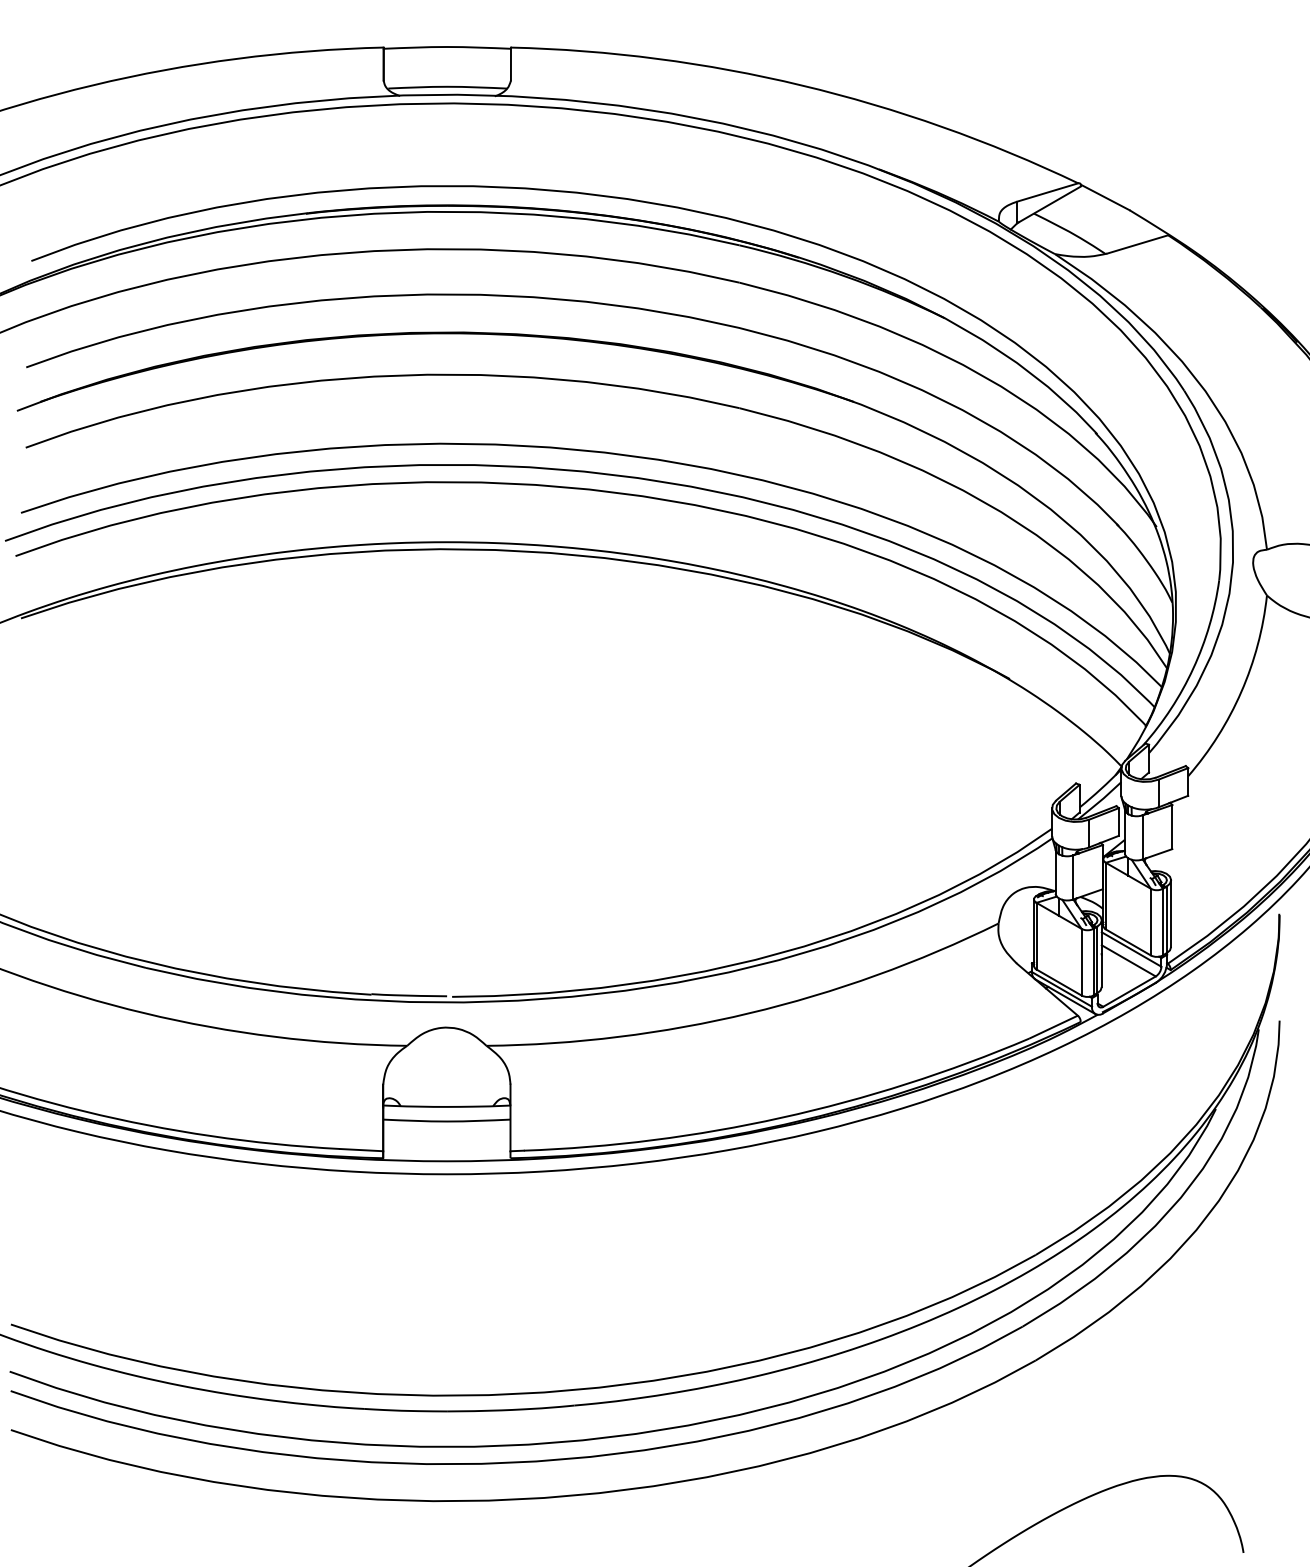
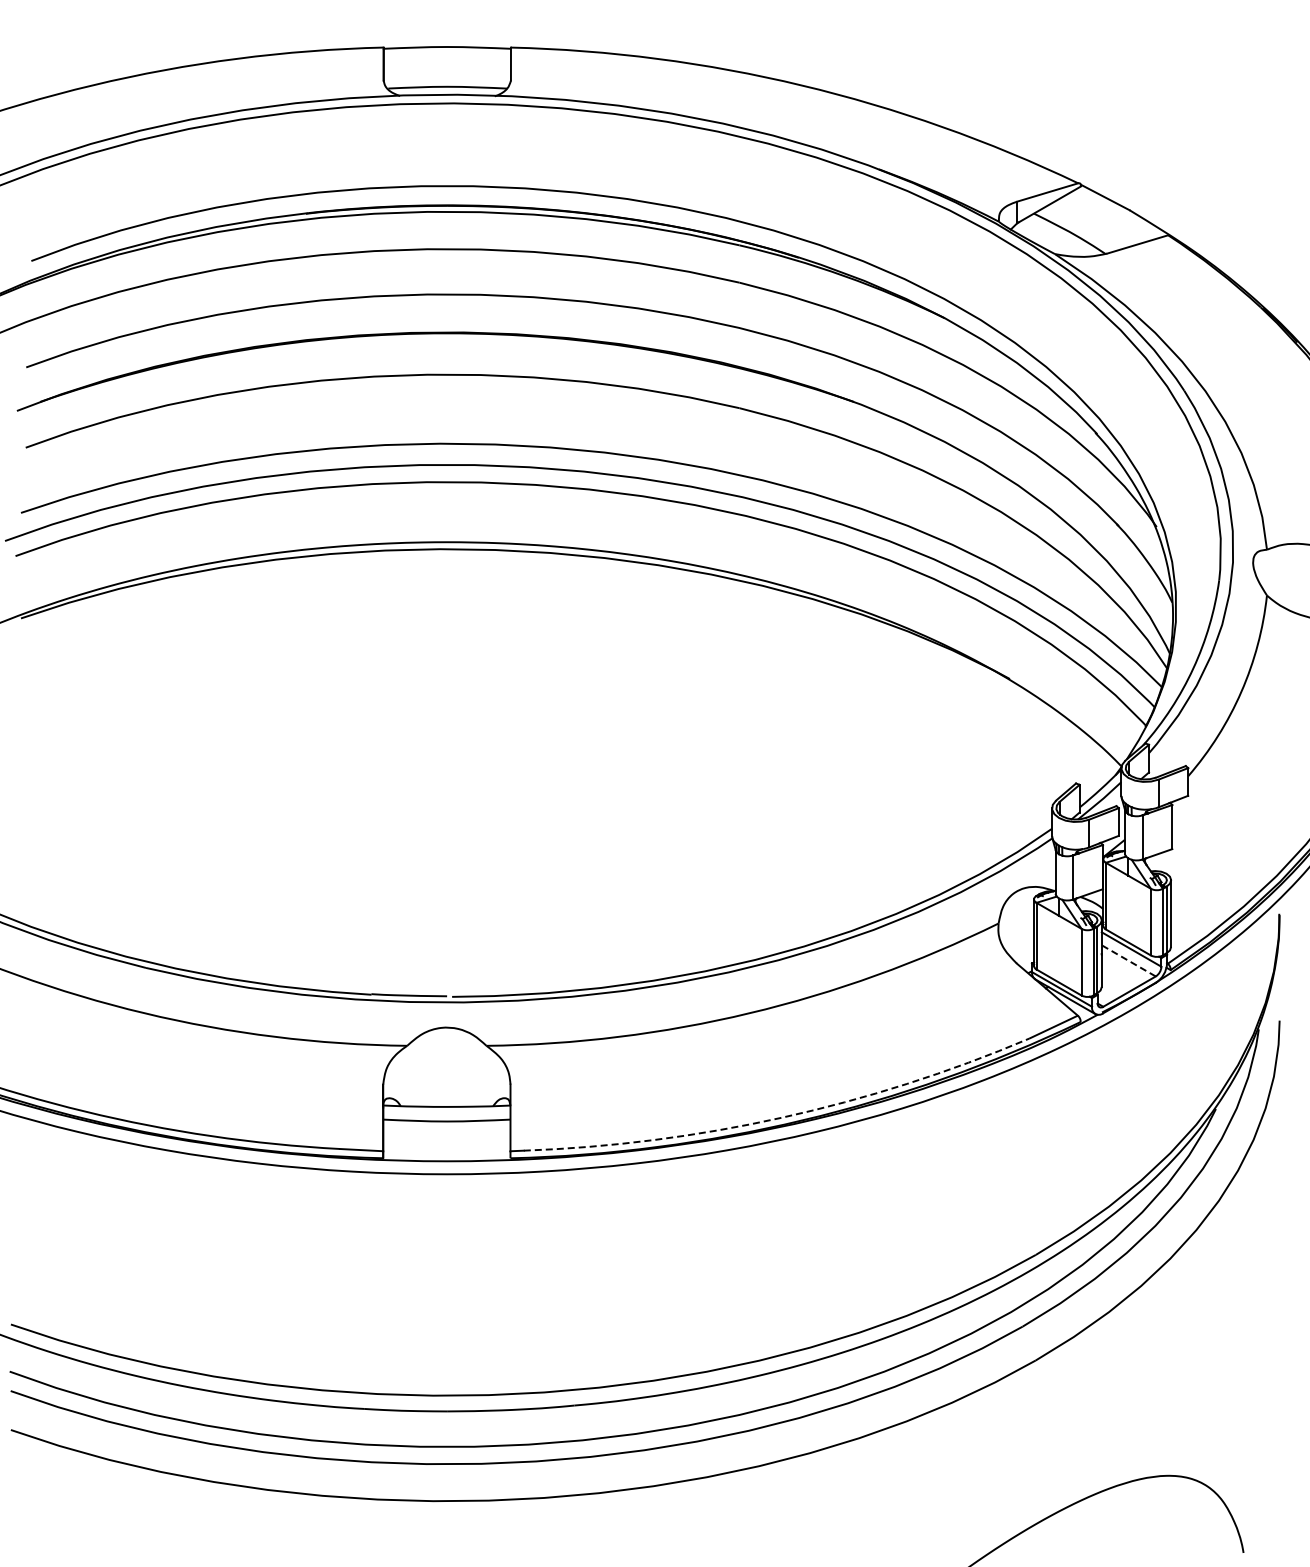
line at (1128, 960): solid -> dashed
arc at (781, 1117): solid -> dashed
